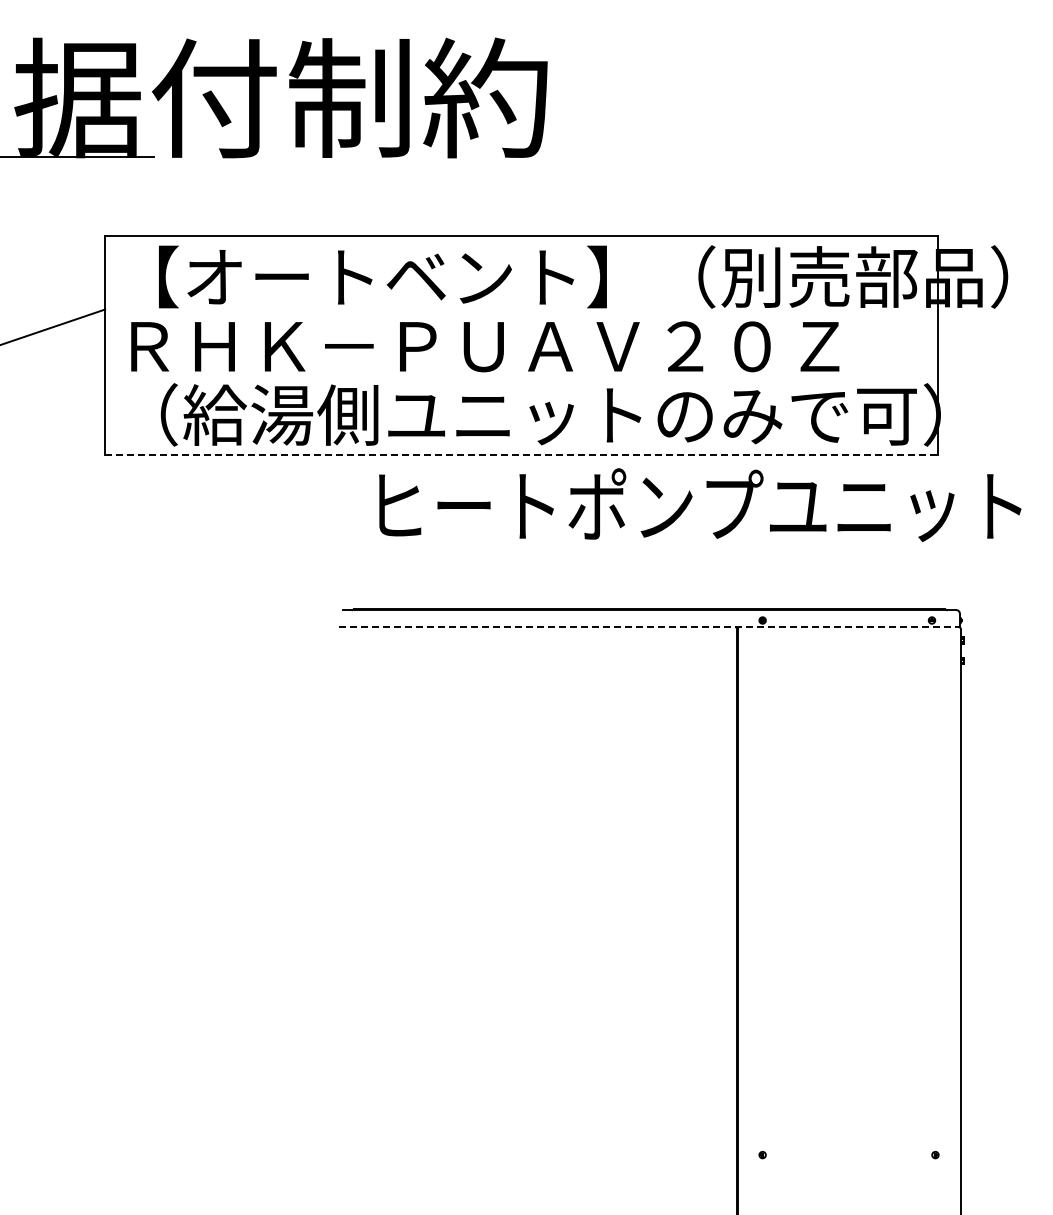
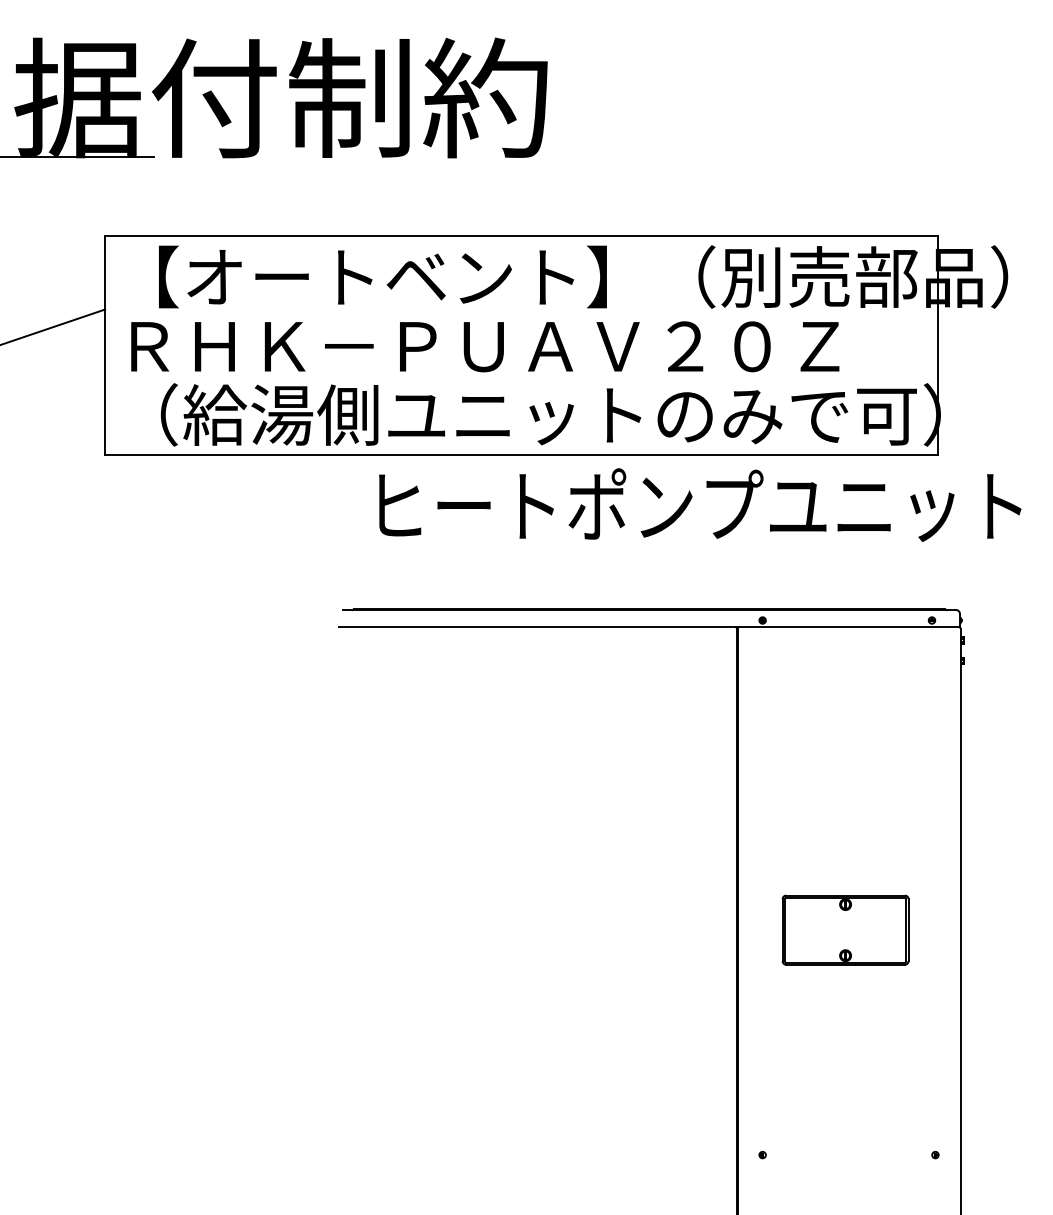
line at (522, 454): dashed -> solid
line at (650, 627): dashed -> solid
part at (845, 929): none -> present
